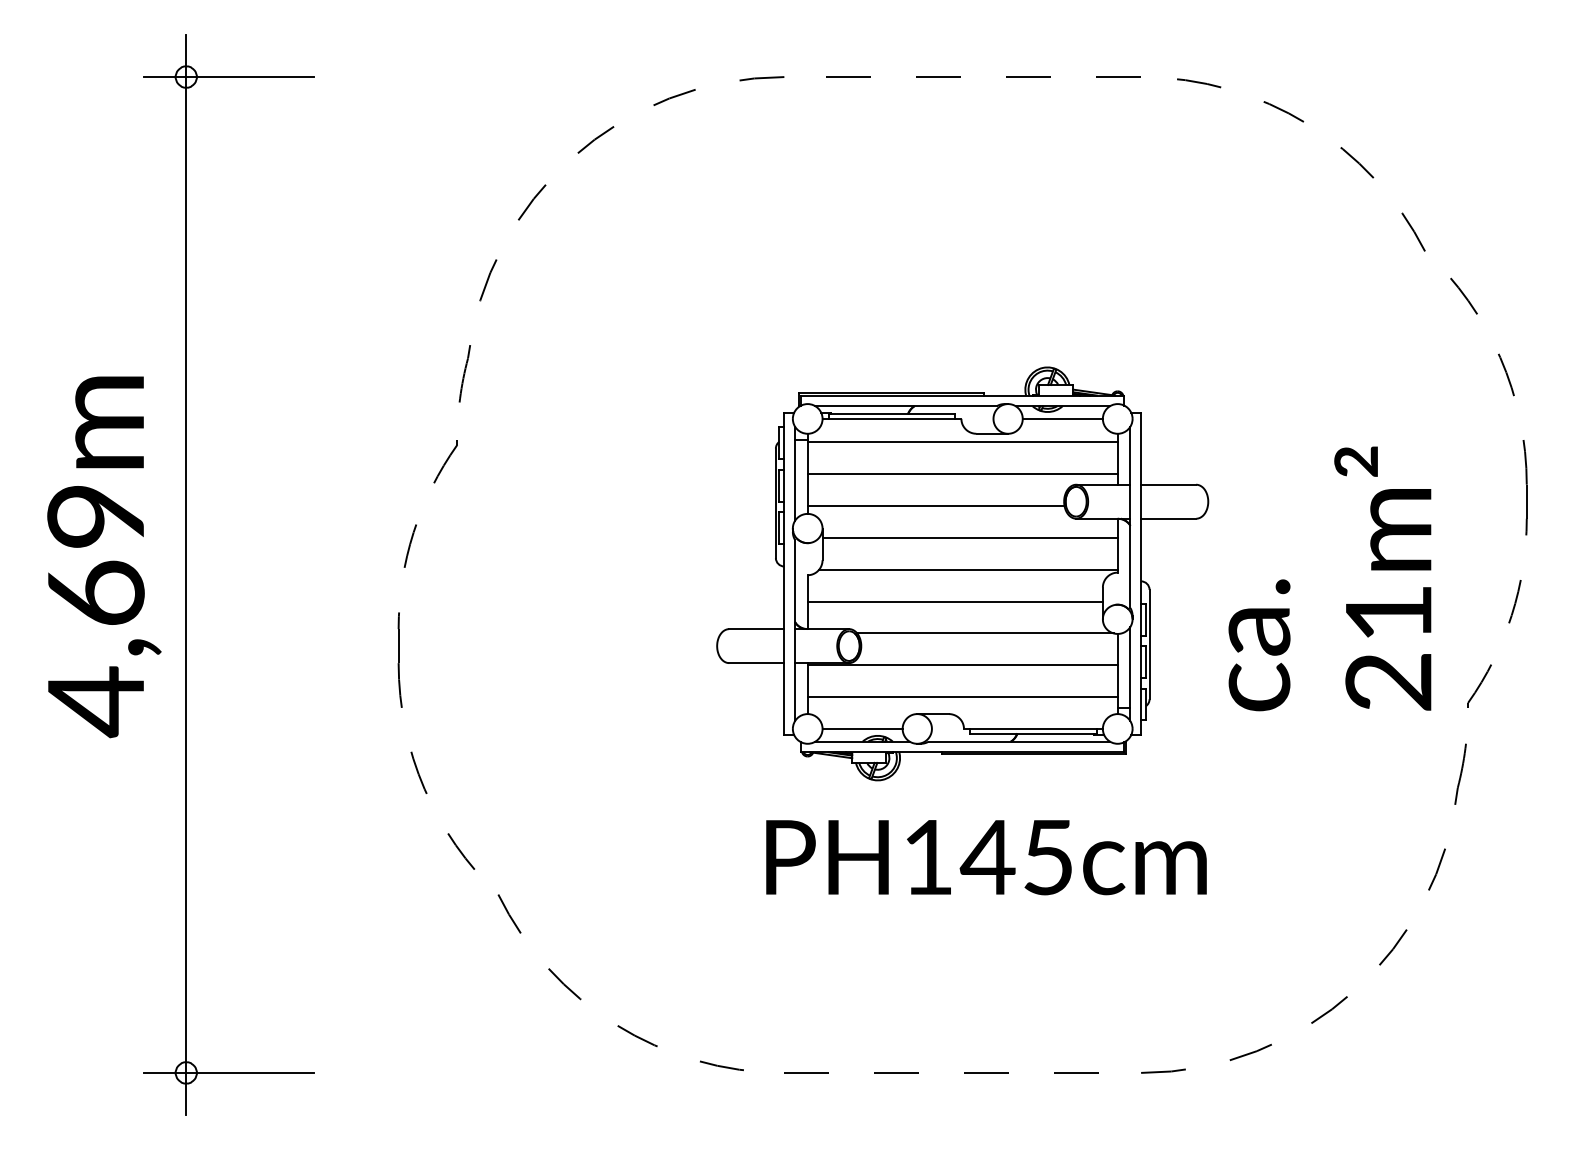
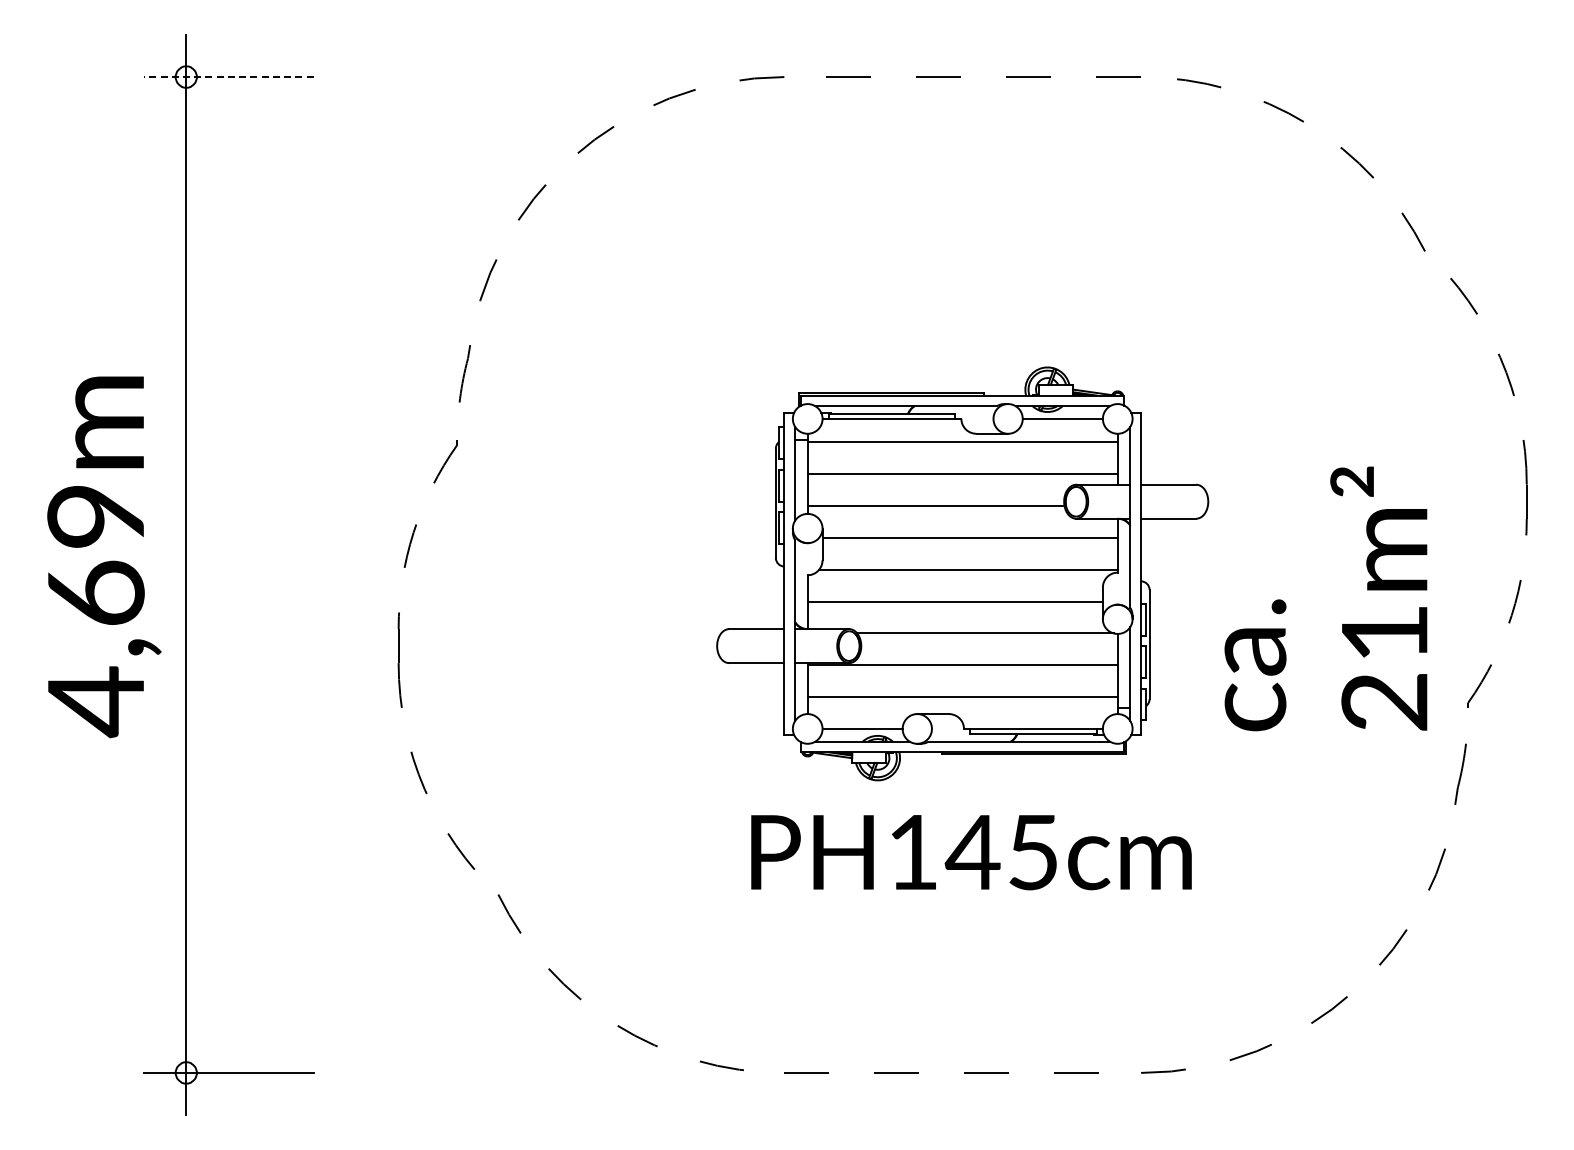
line at (228, 77): solid -> dashed
text at (1329, 578) position: (1329, 578) -> (1325, 598)
text at (986, 857) position: (986, 857) -> (971, 852)
